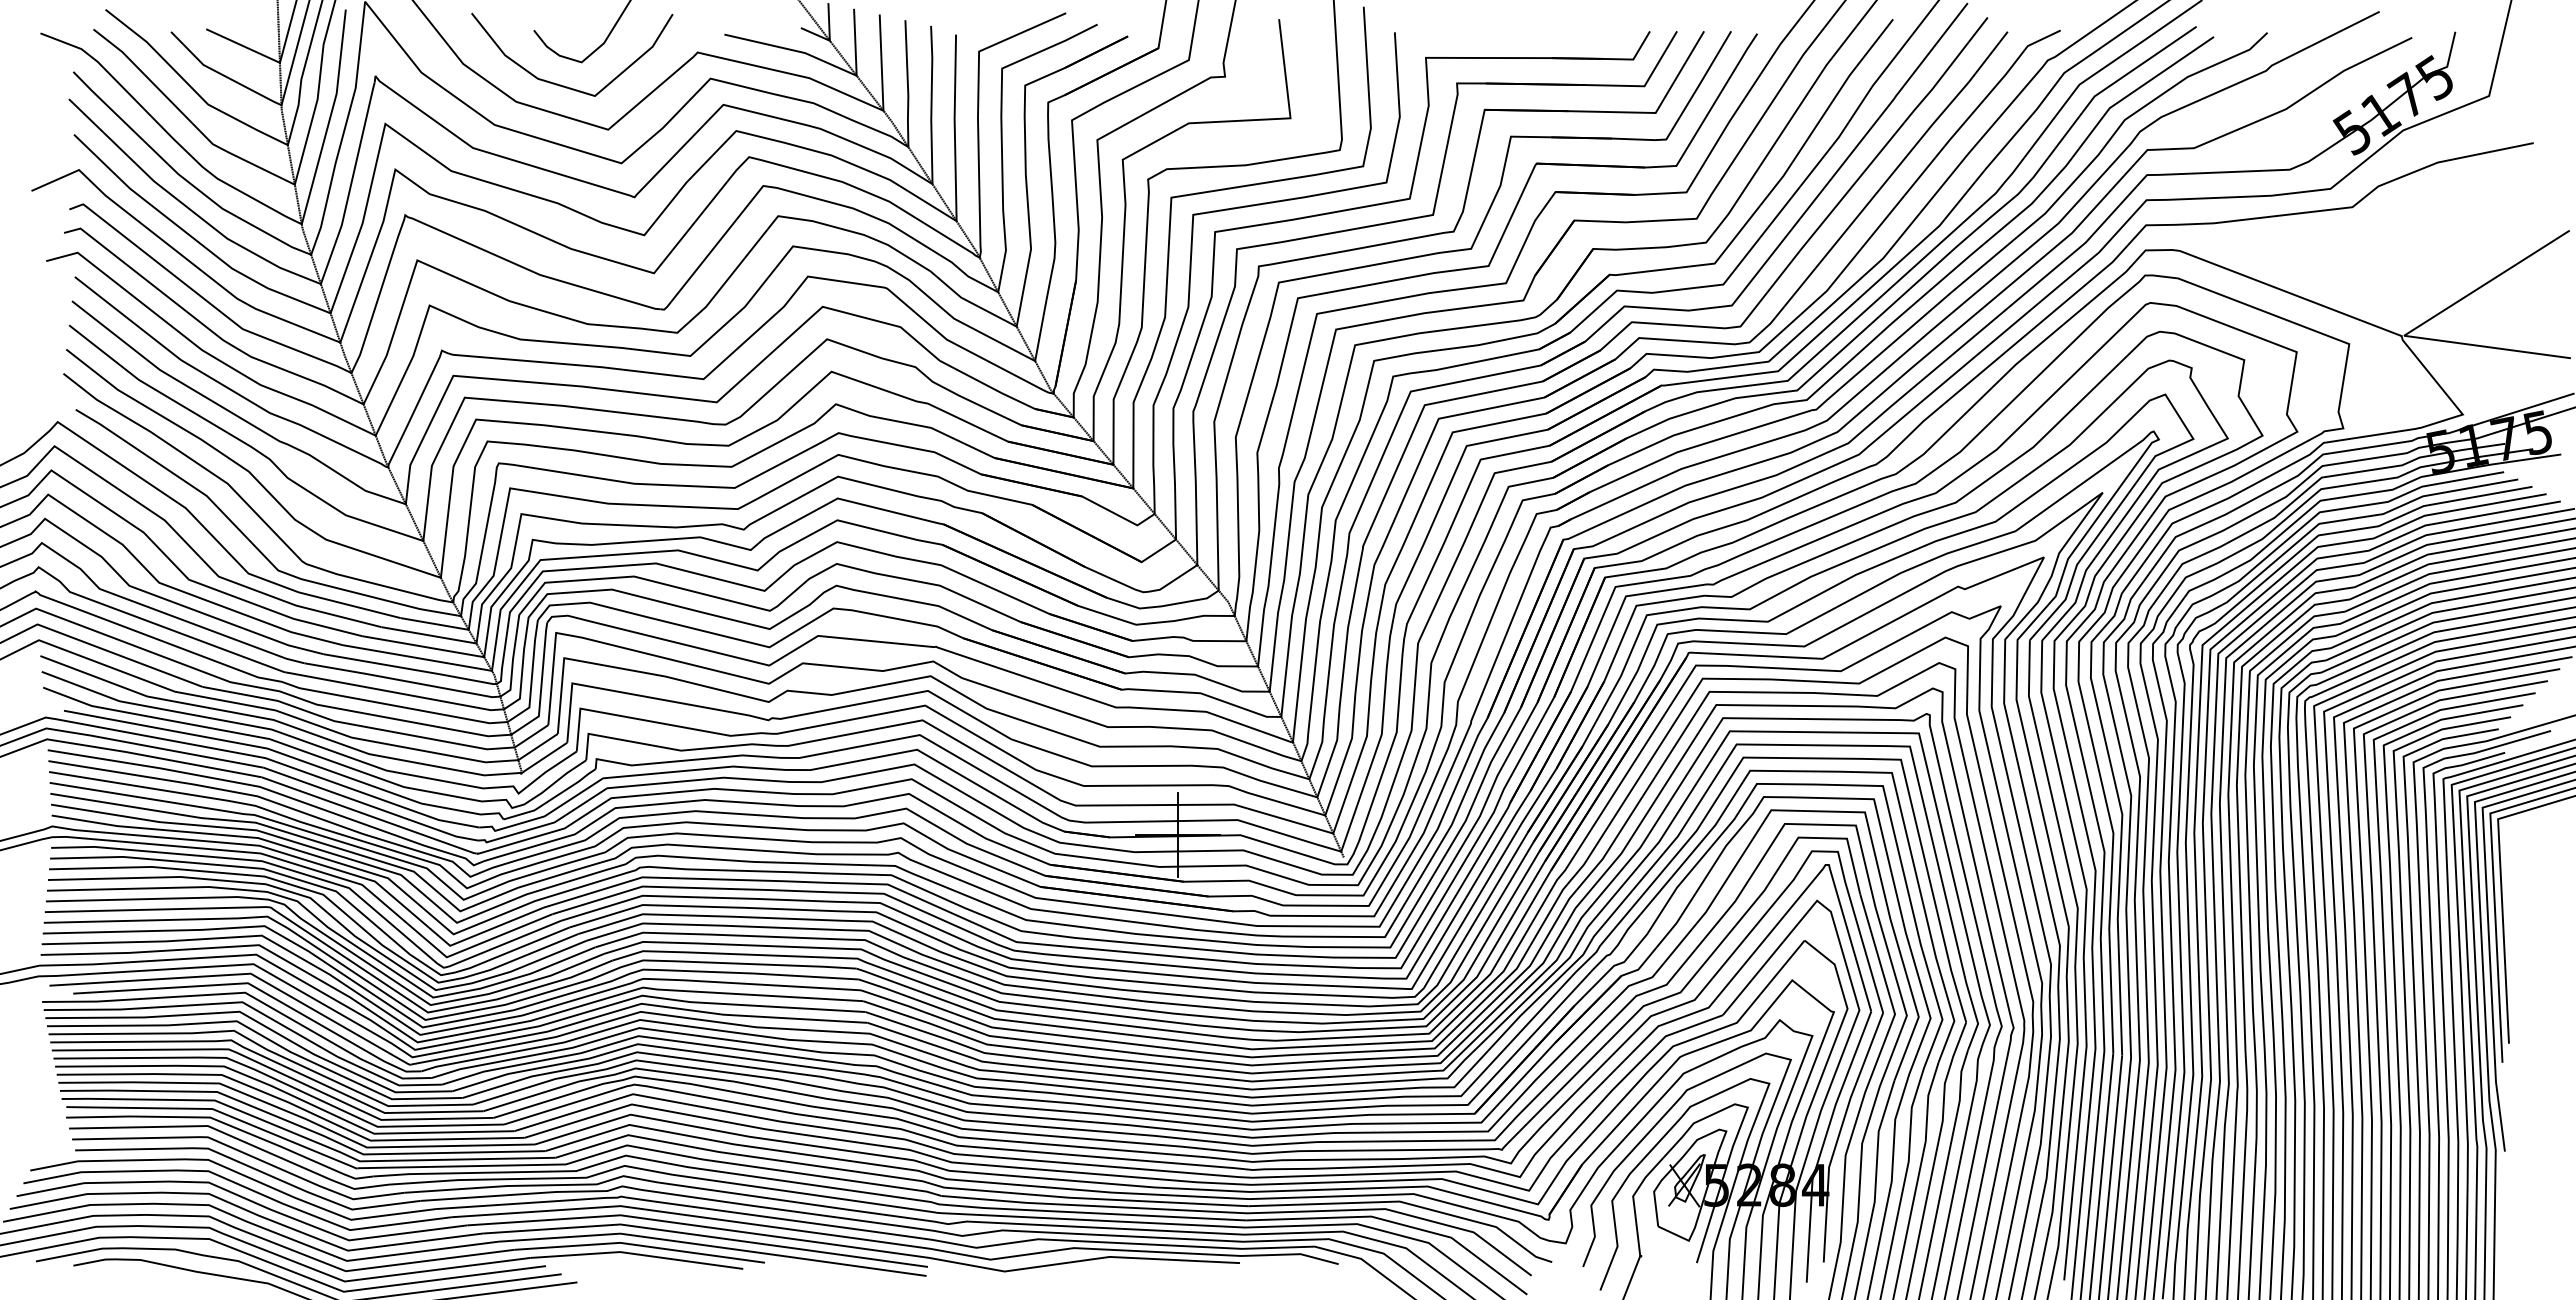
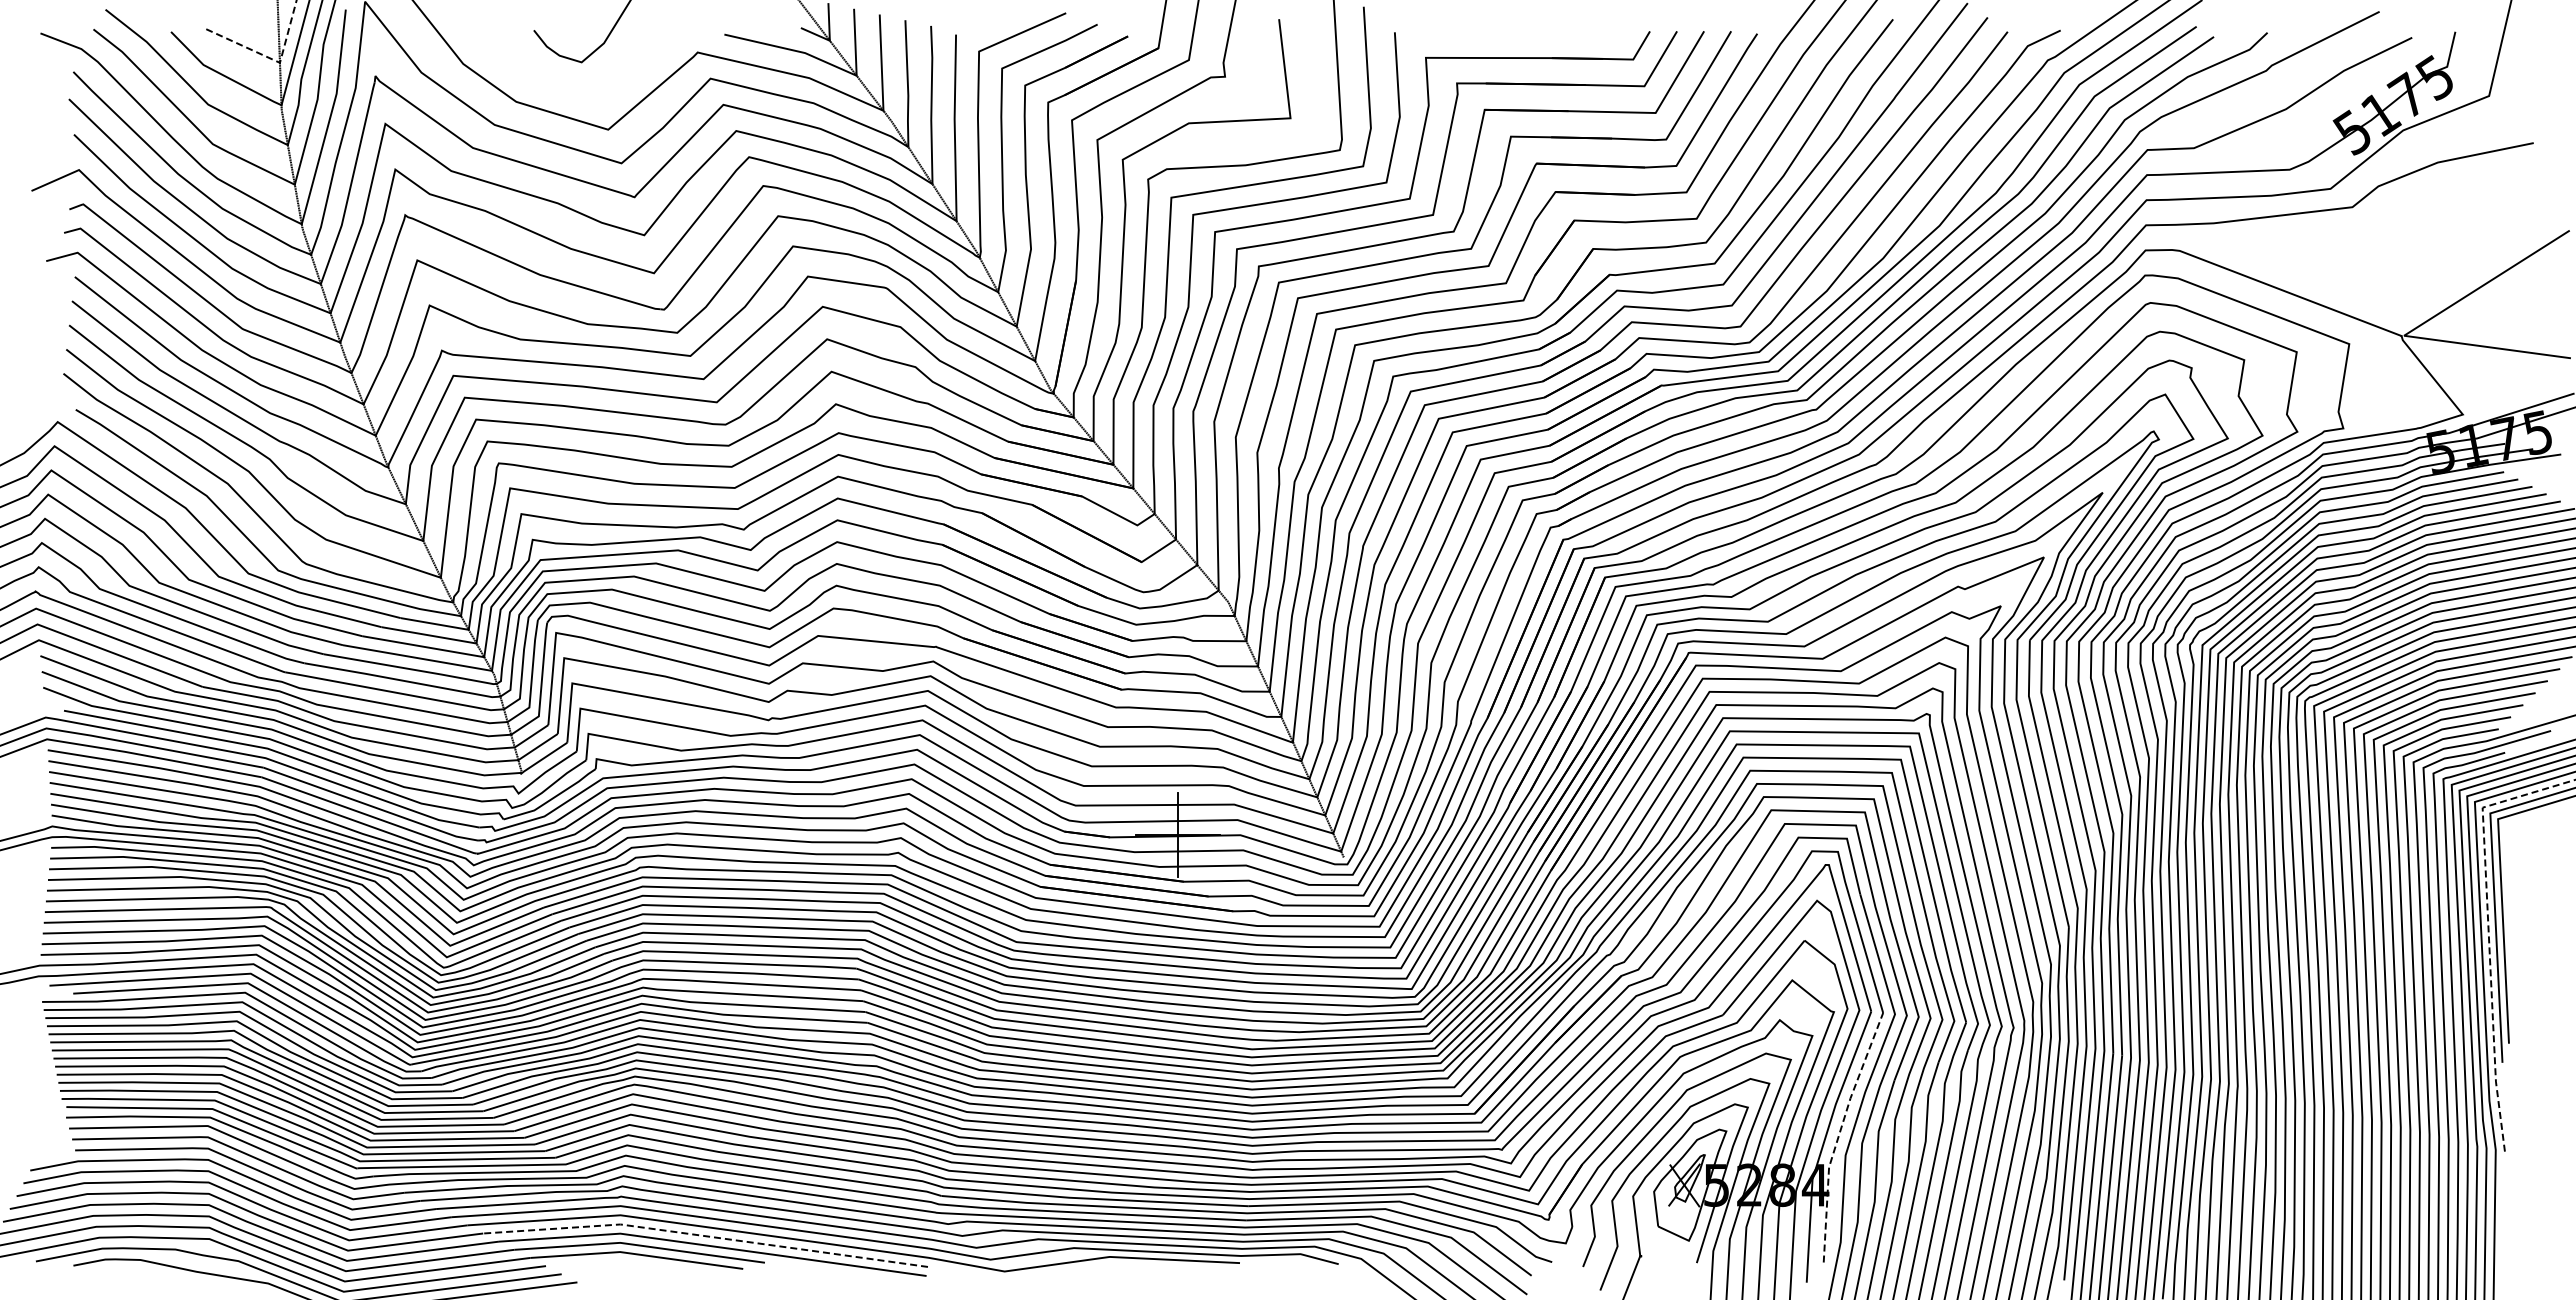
line at (272, 59): solid -> dashed
curve at (564, 85): present -> none
line at (2488, 931): solid -> dashed
line at (1839, 1134): solid -> dashed
line at (705, 1236): solid -> dashed
